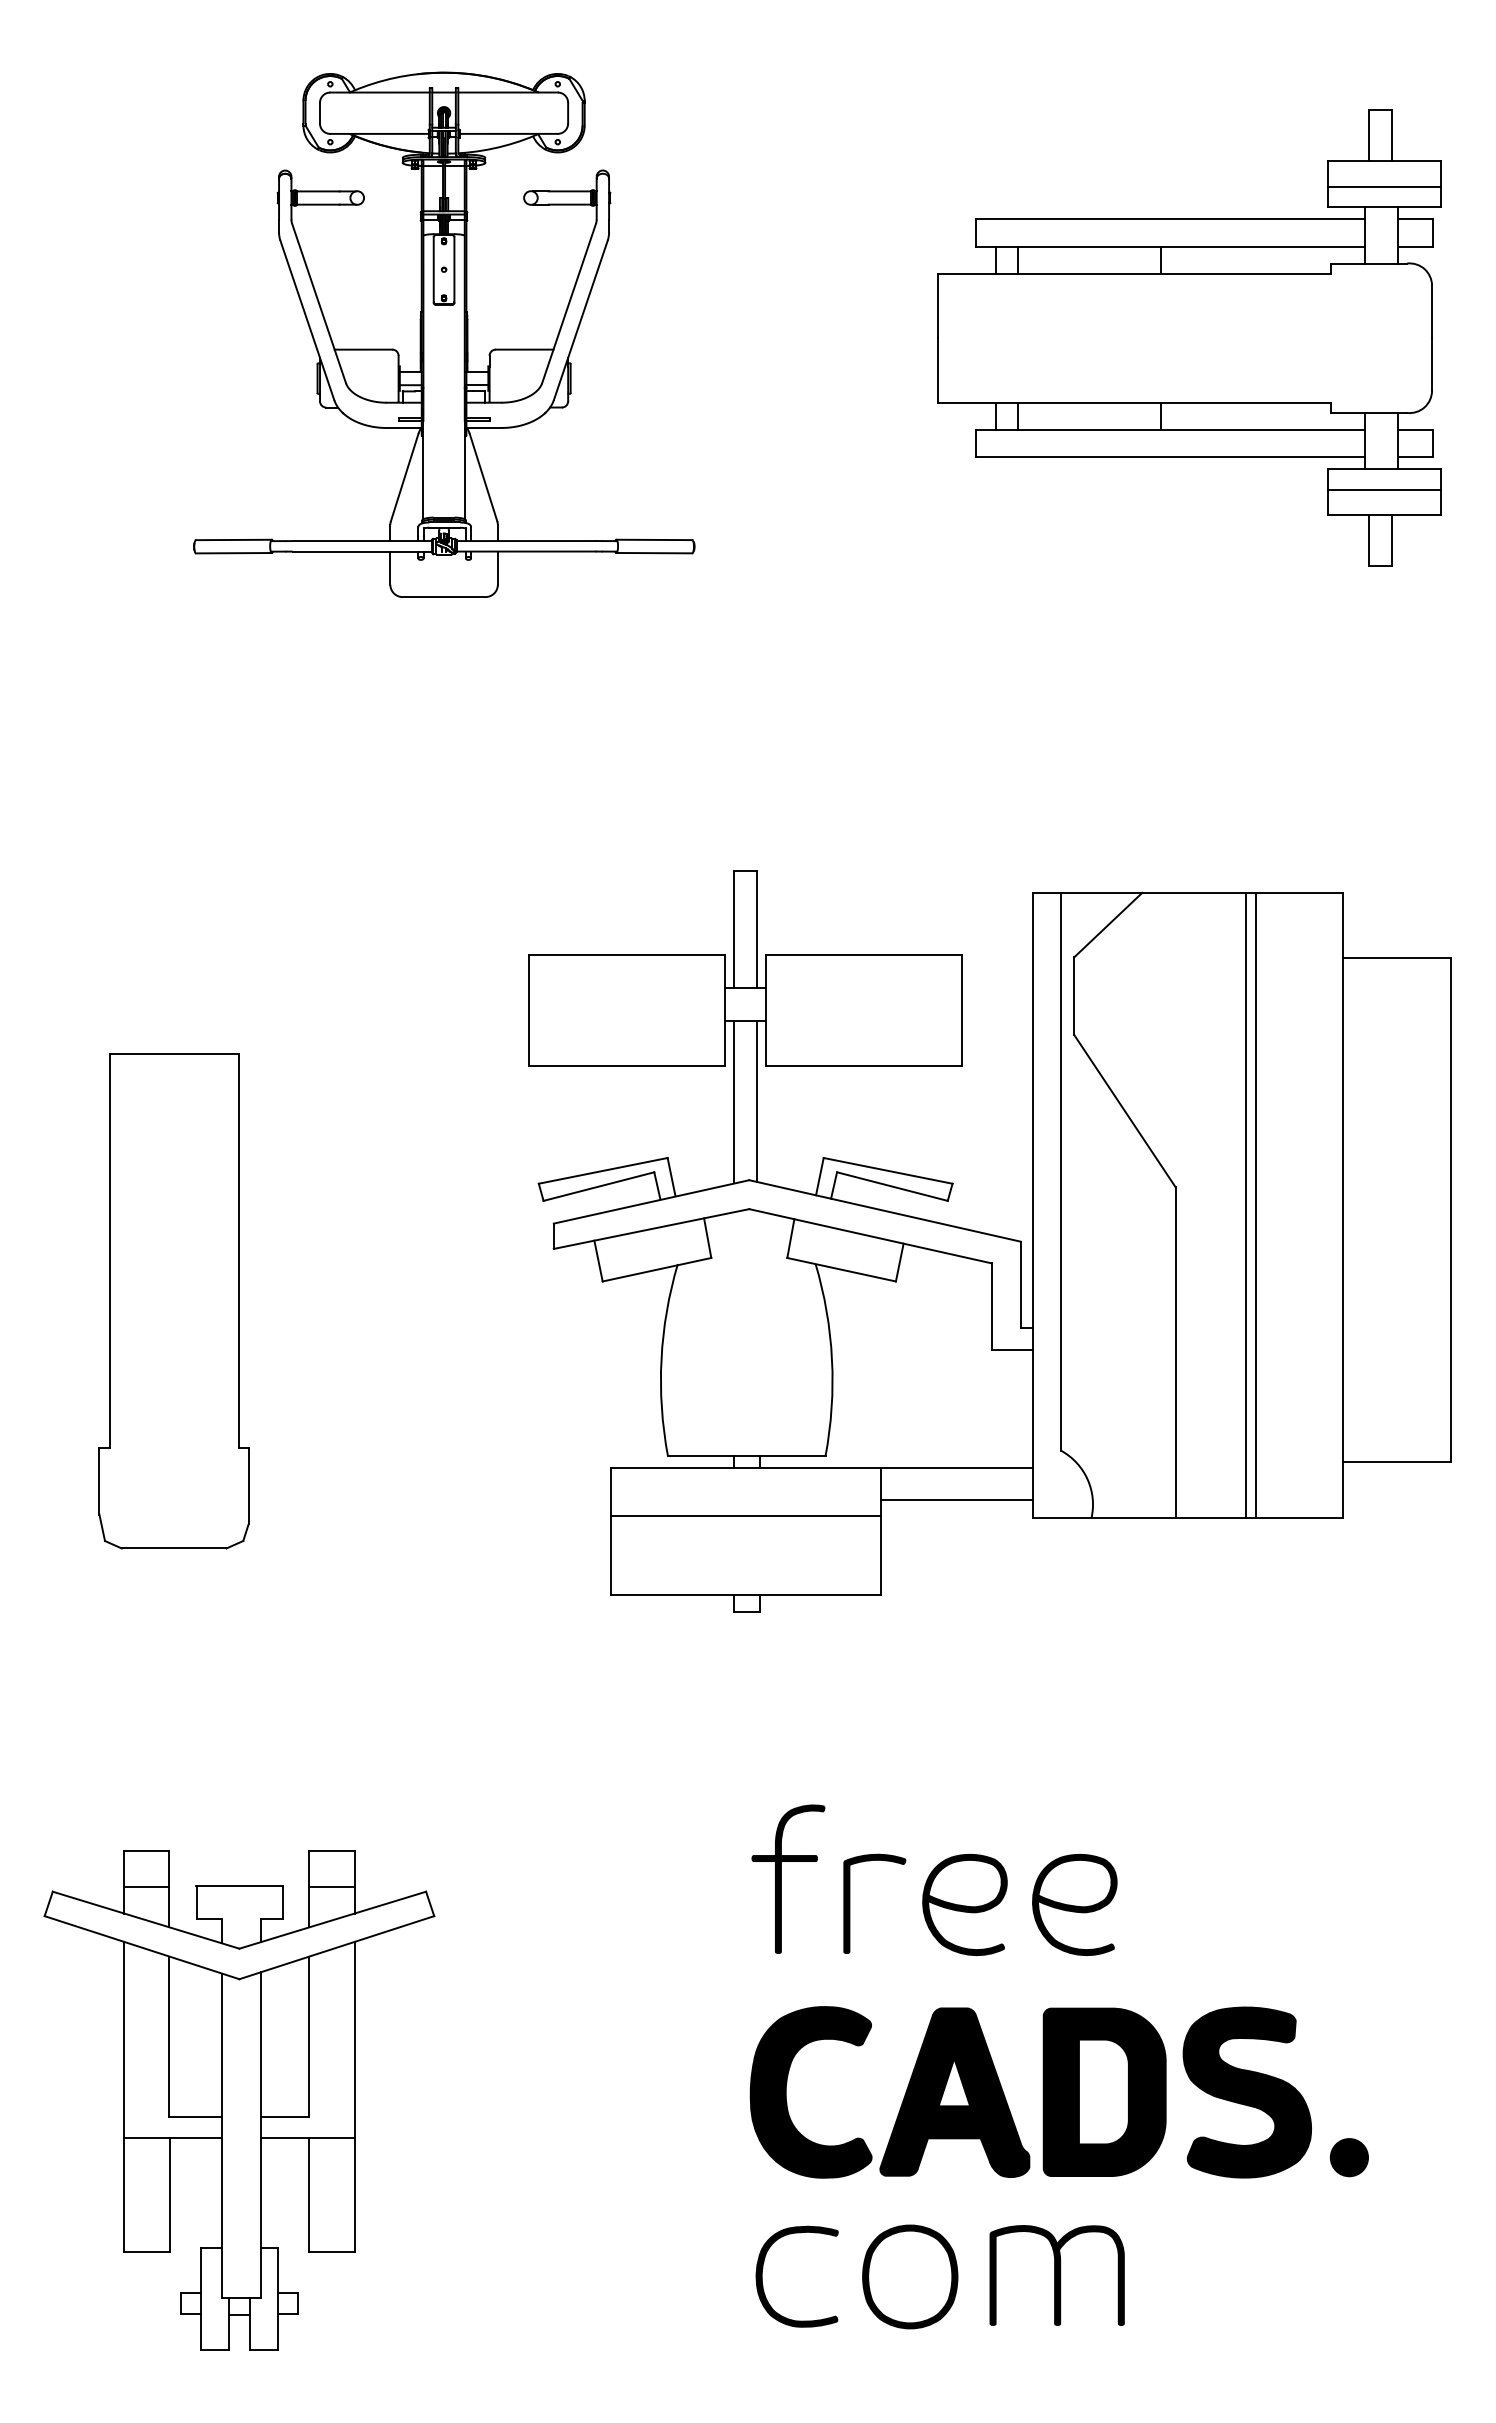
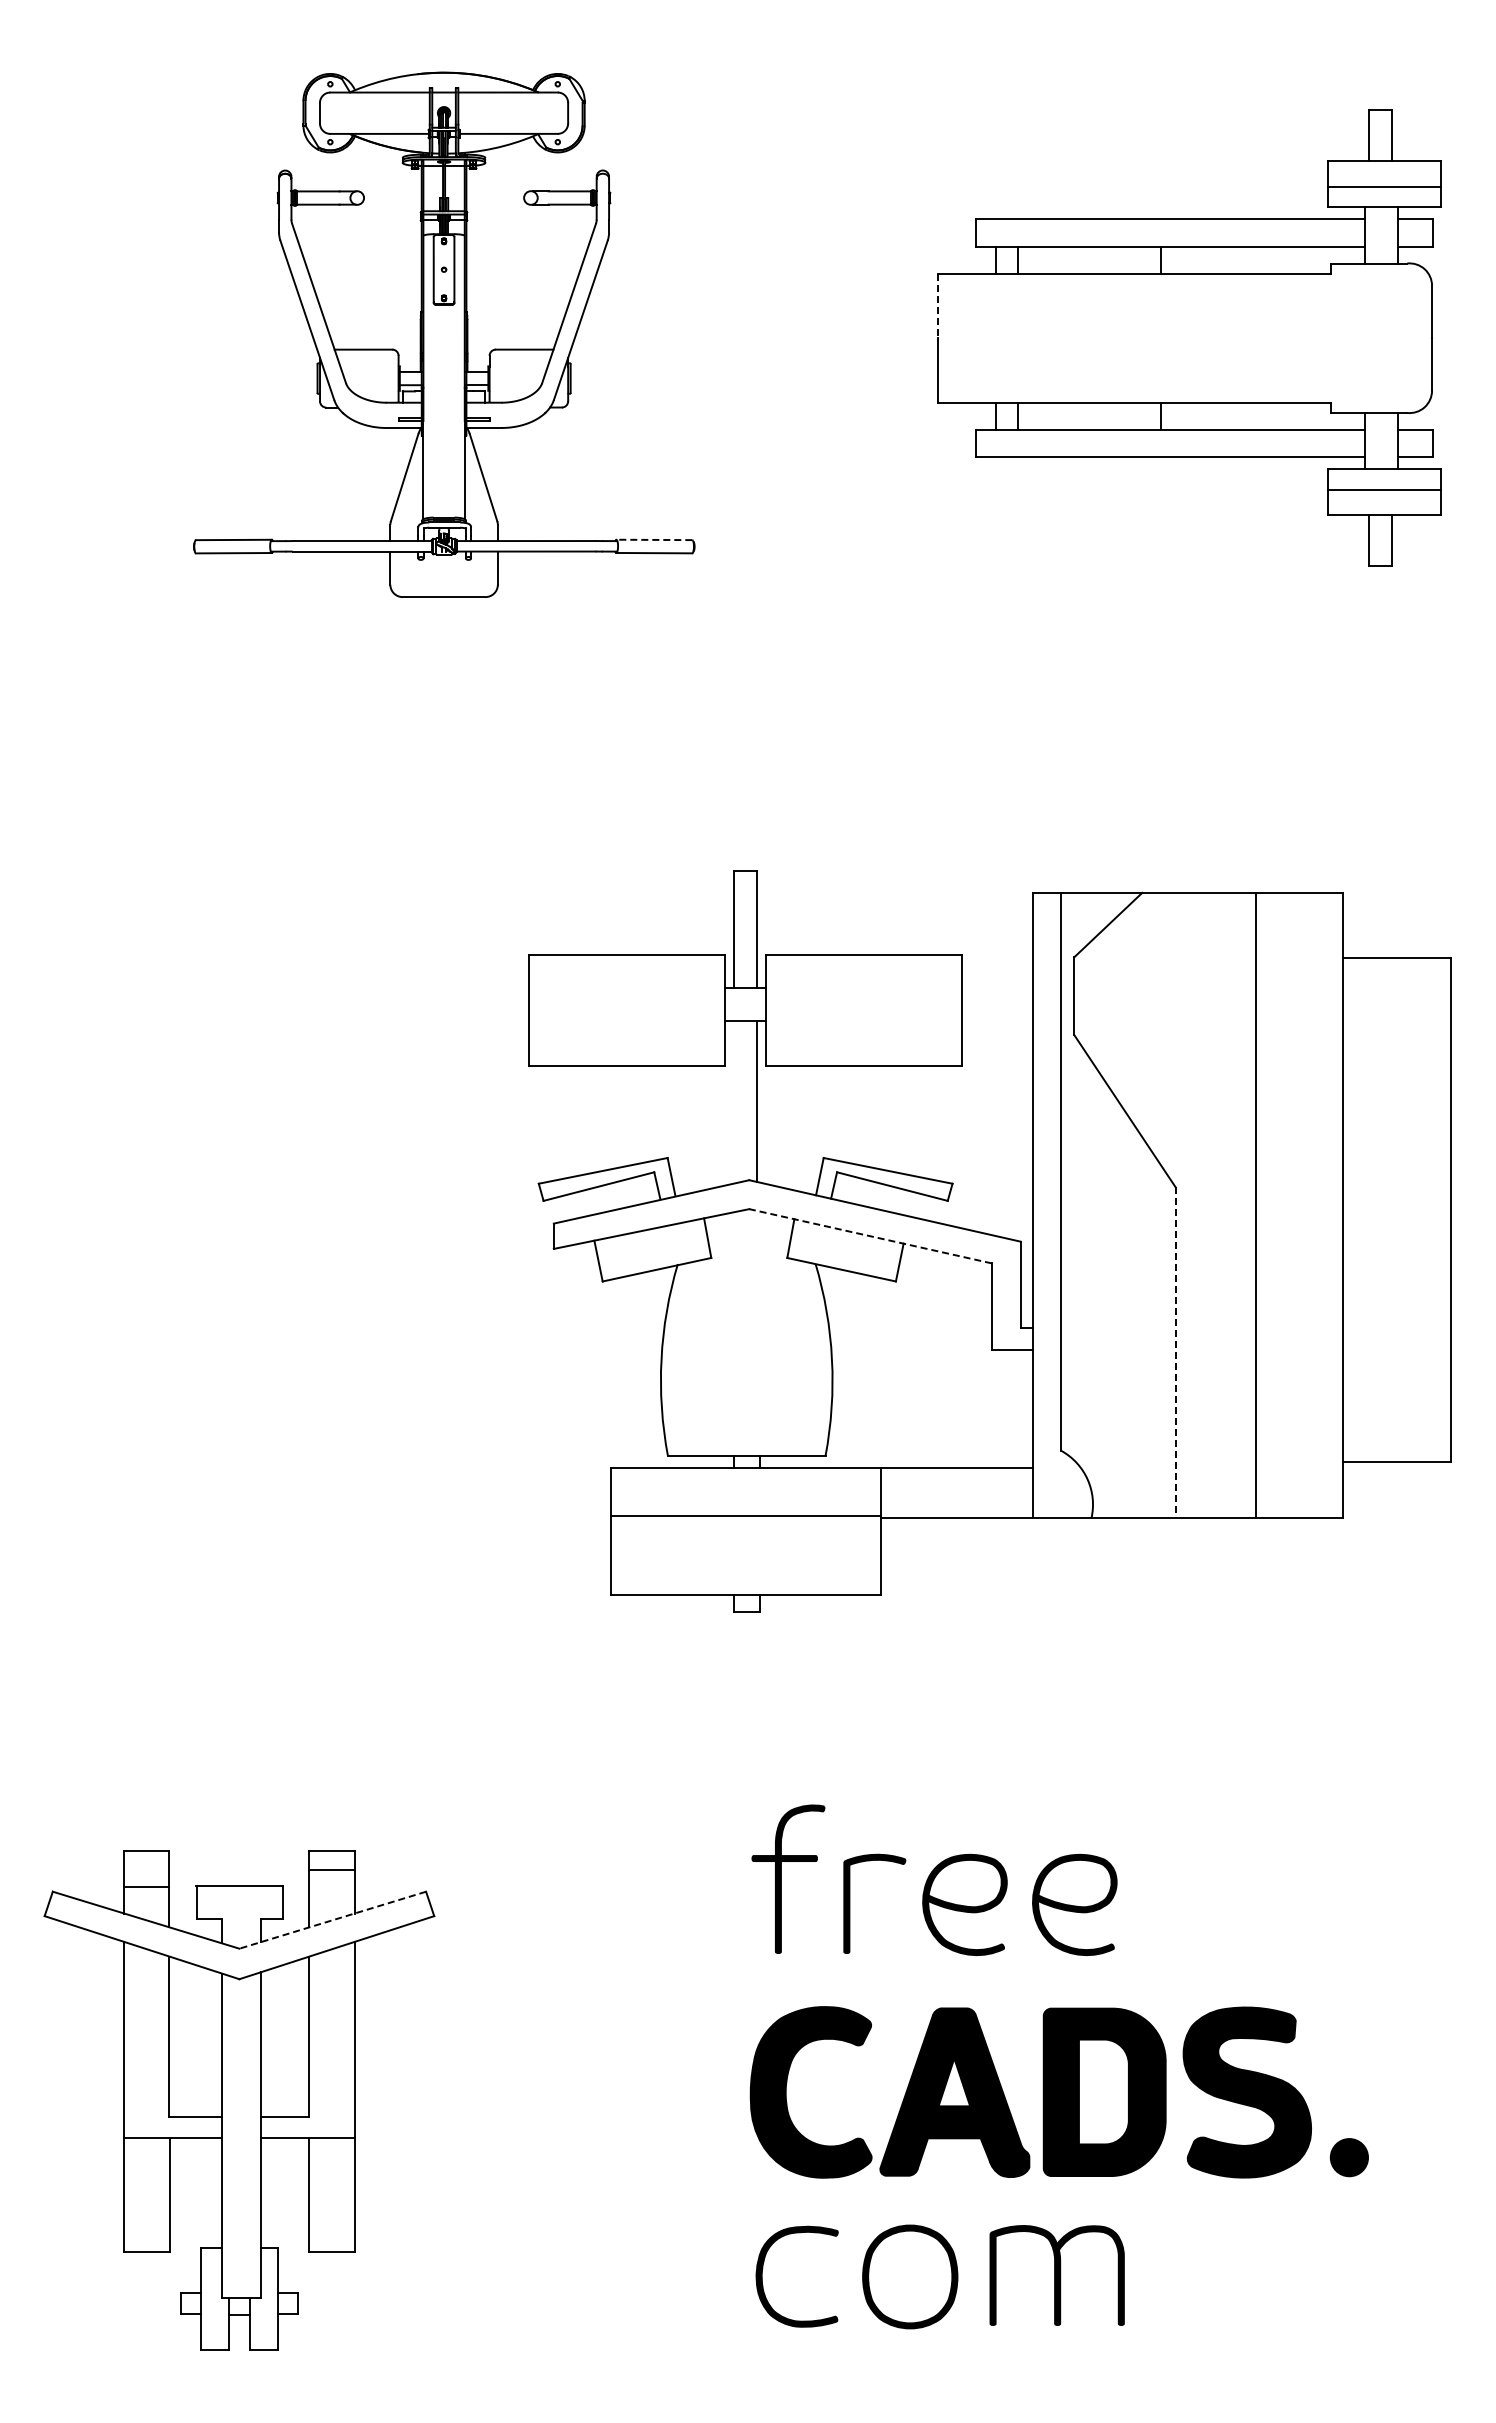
line at (937, 306): solid -> dashed
line at (654, 539): solid -> dashed
line at (734, 1101): present -> none
line at (1246, 1205): present -> none
line at (870, 1236): solid -> dashed
part at (173, 1301): present -> none
line at (1175, 1352): solid -> dashed
line at (956, 1500) position: (956, 1500) -> (956, 1518)
line at (331, 1887) position: (331, 1887) -> (331, 1870)
line at (332, 1920): solid -> dashed
